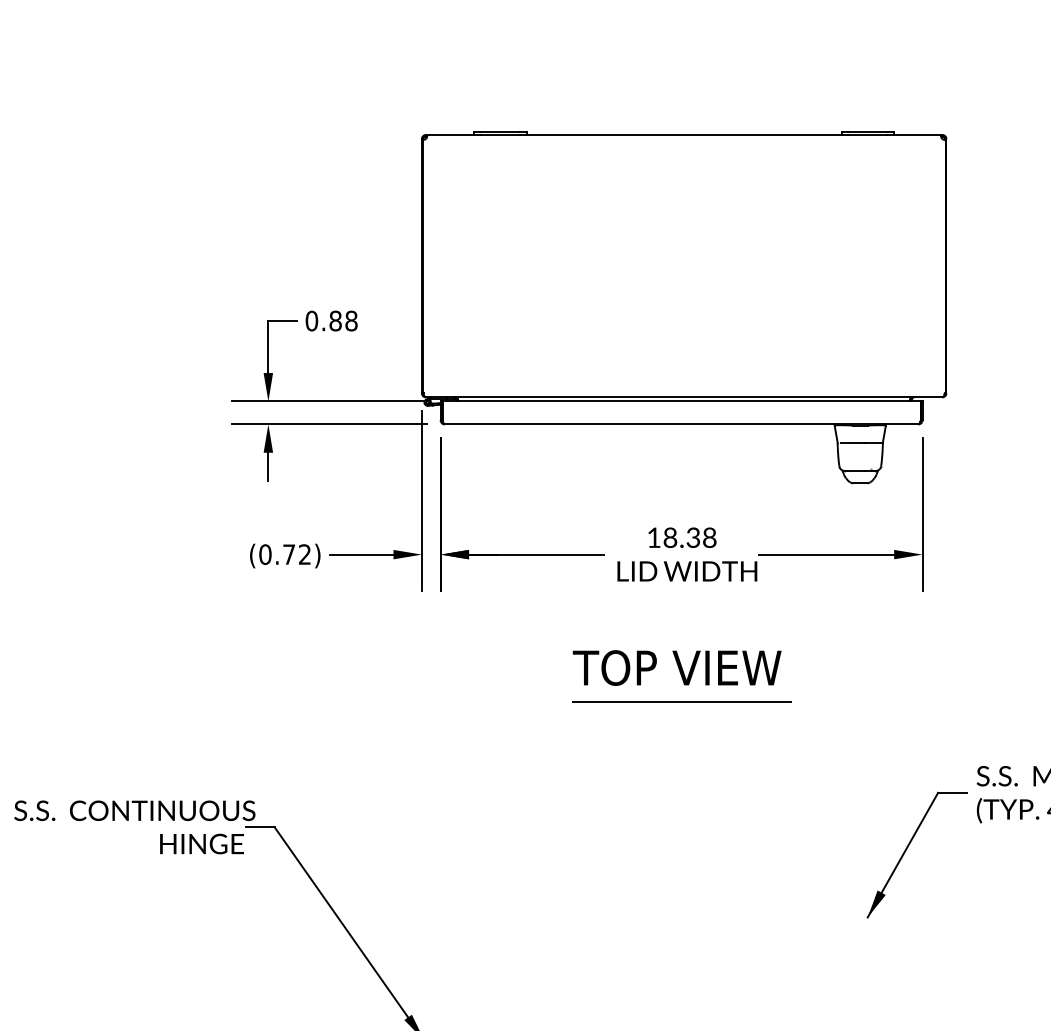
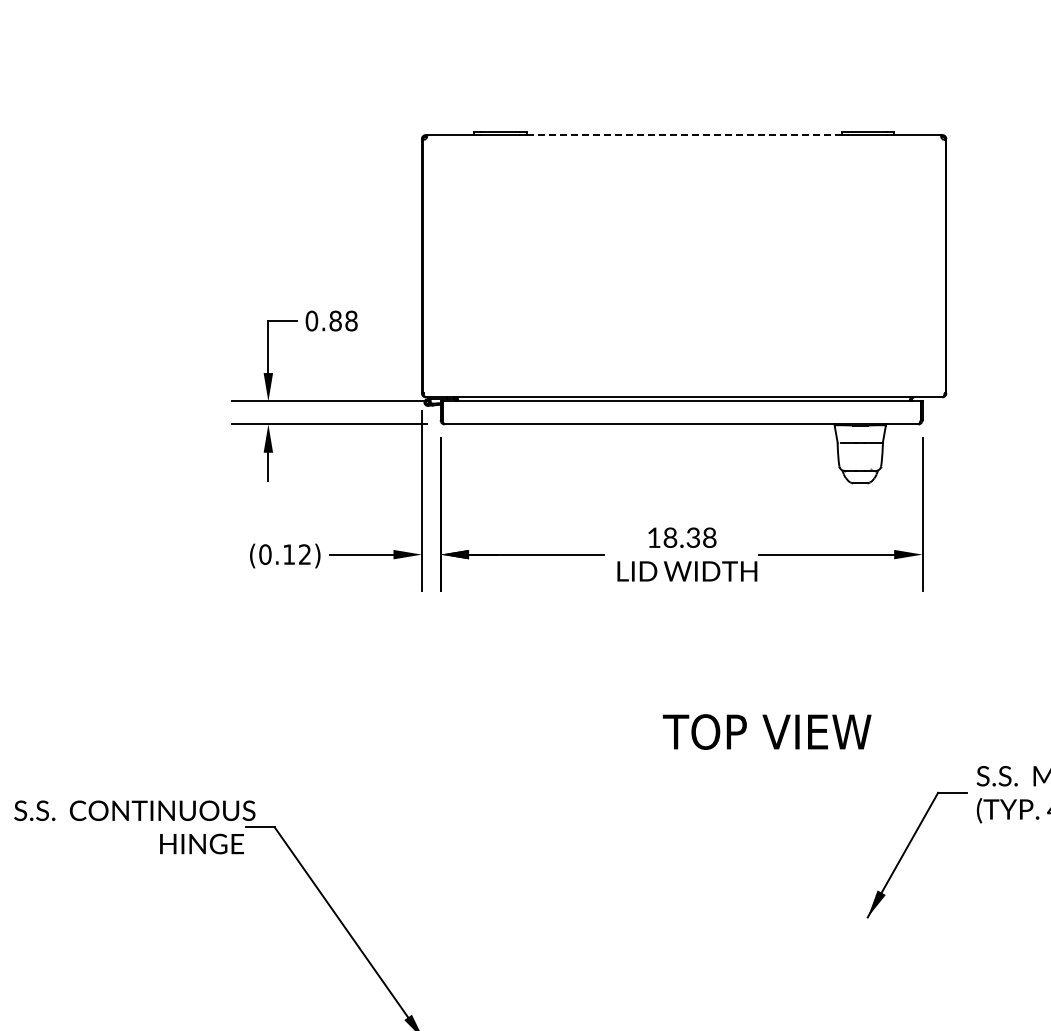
line at (684, 135): solid -> dashed
text at (288, 554): (0.72) -> (0.12)
text at (676, 667) position: (676, 667) -> (766, 731)
line at (681, 702): present -> none
